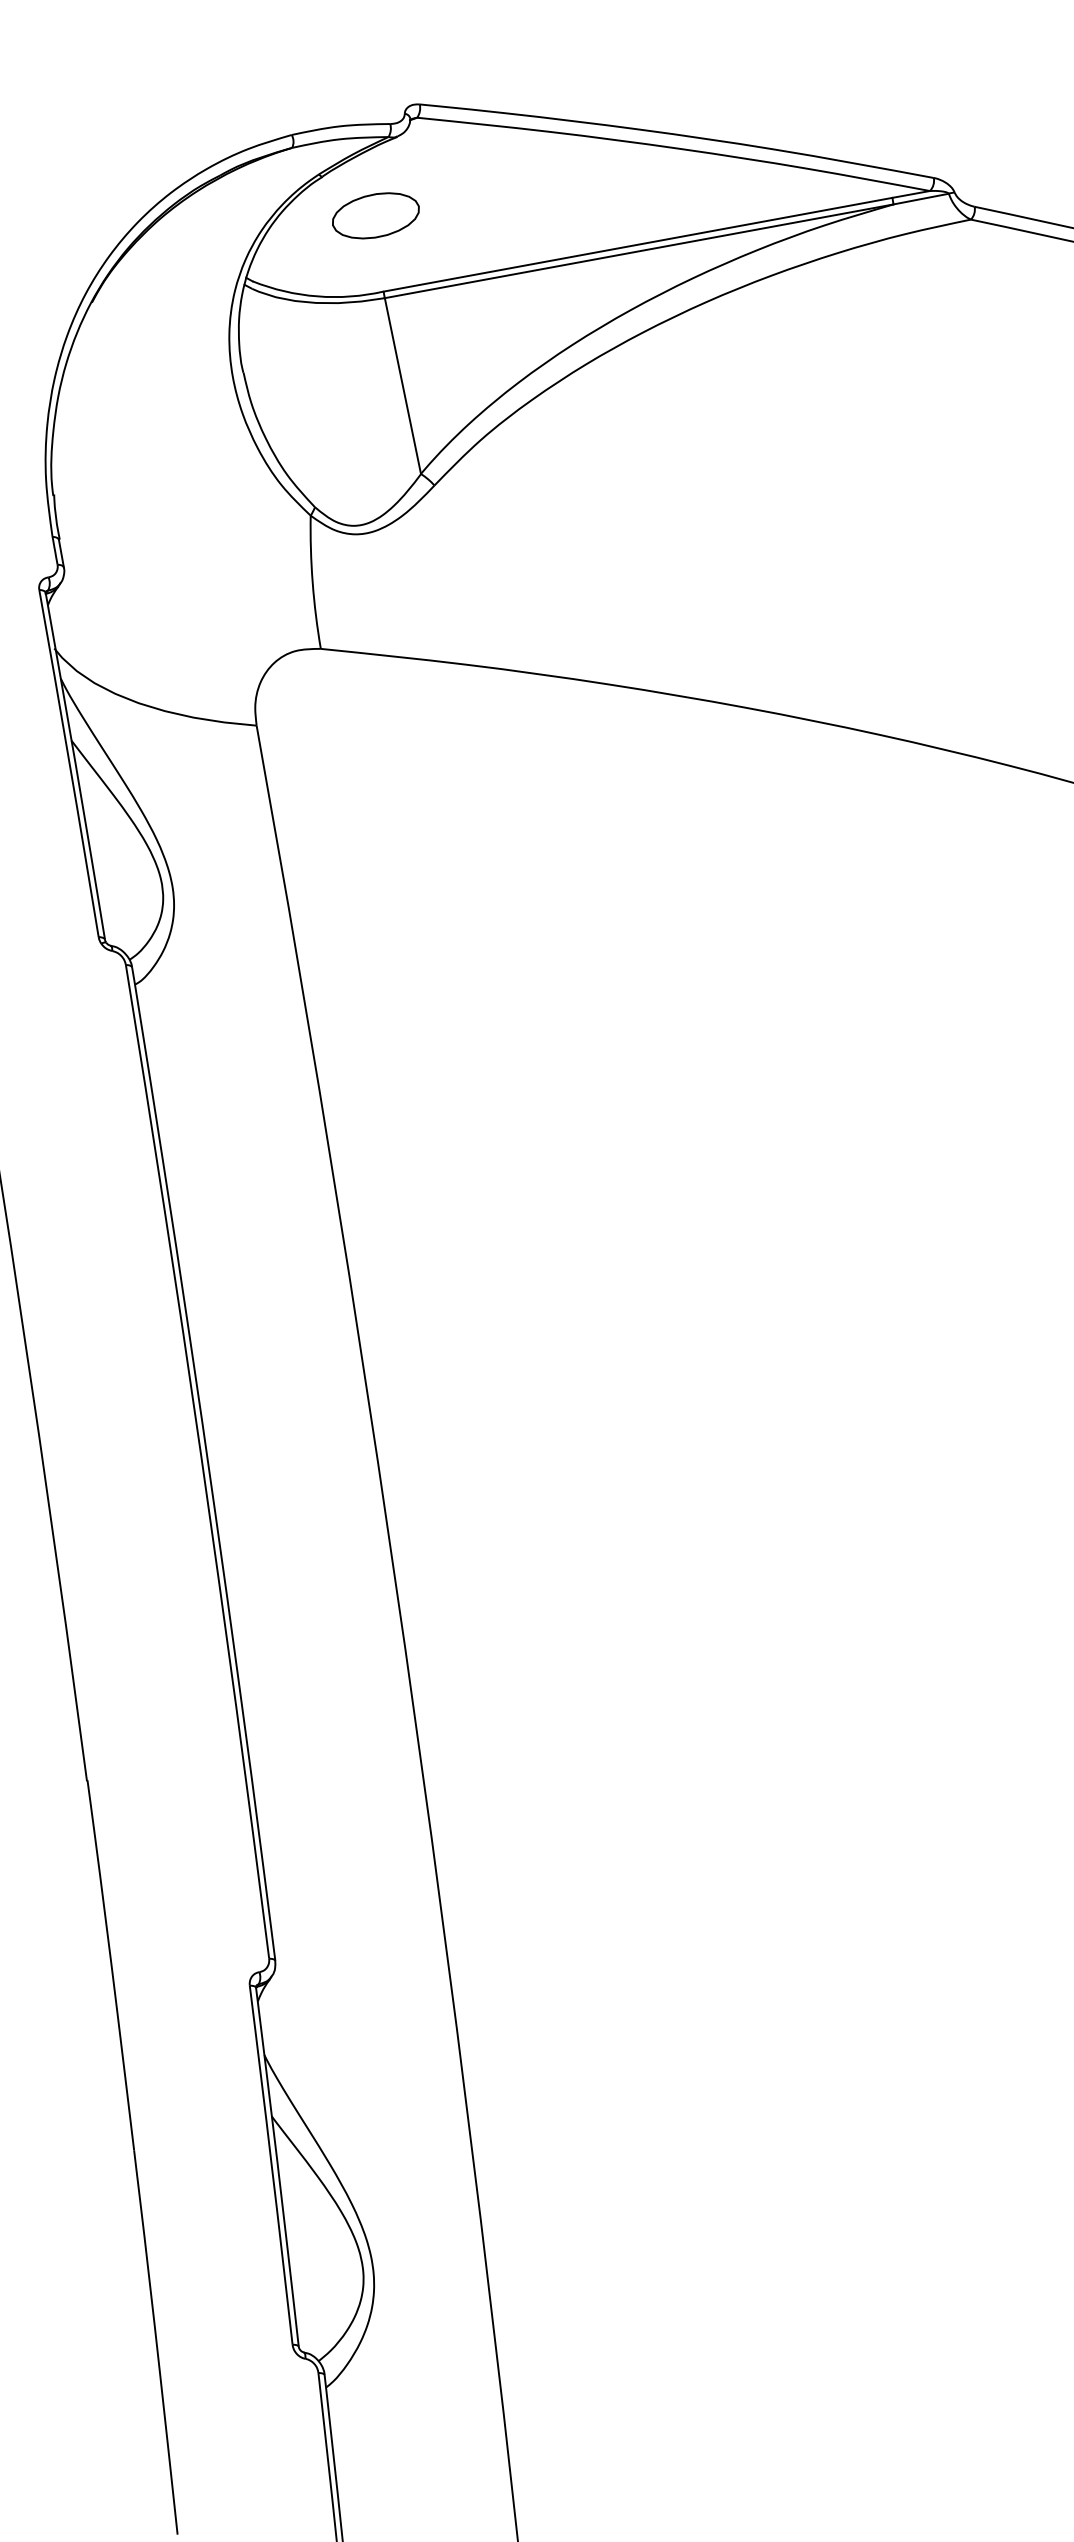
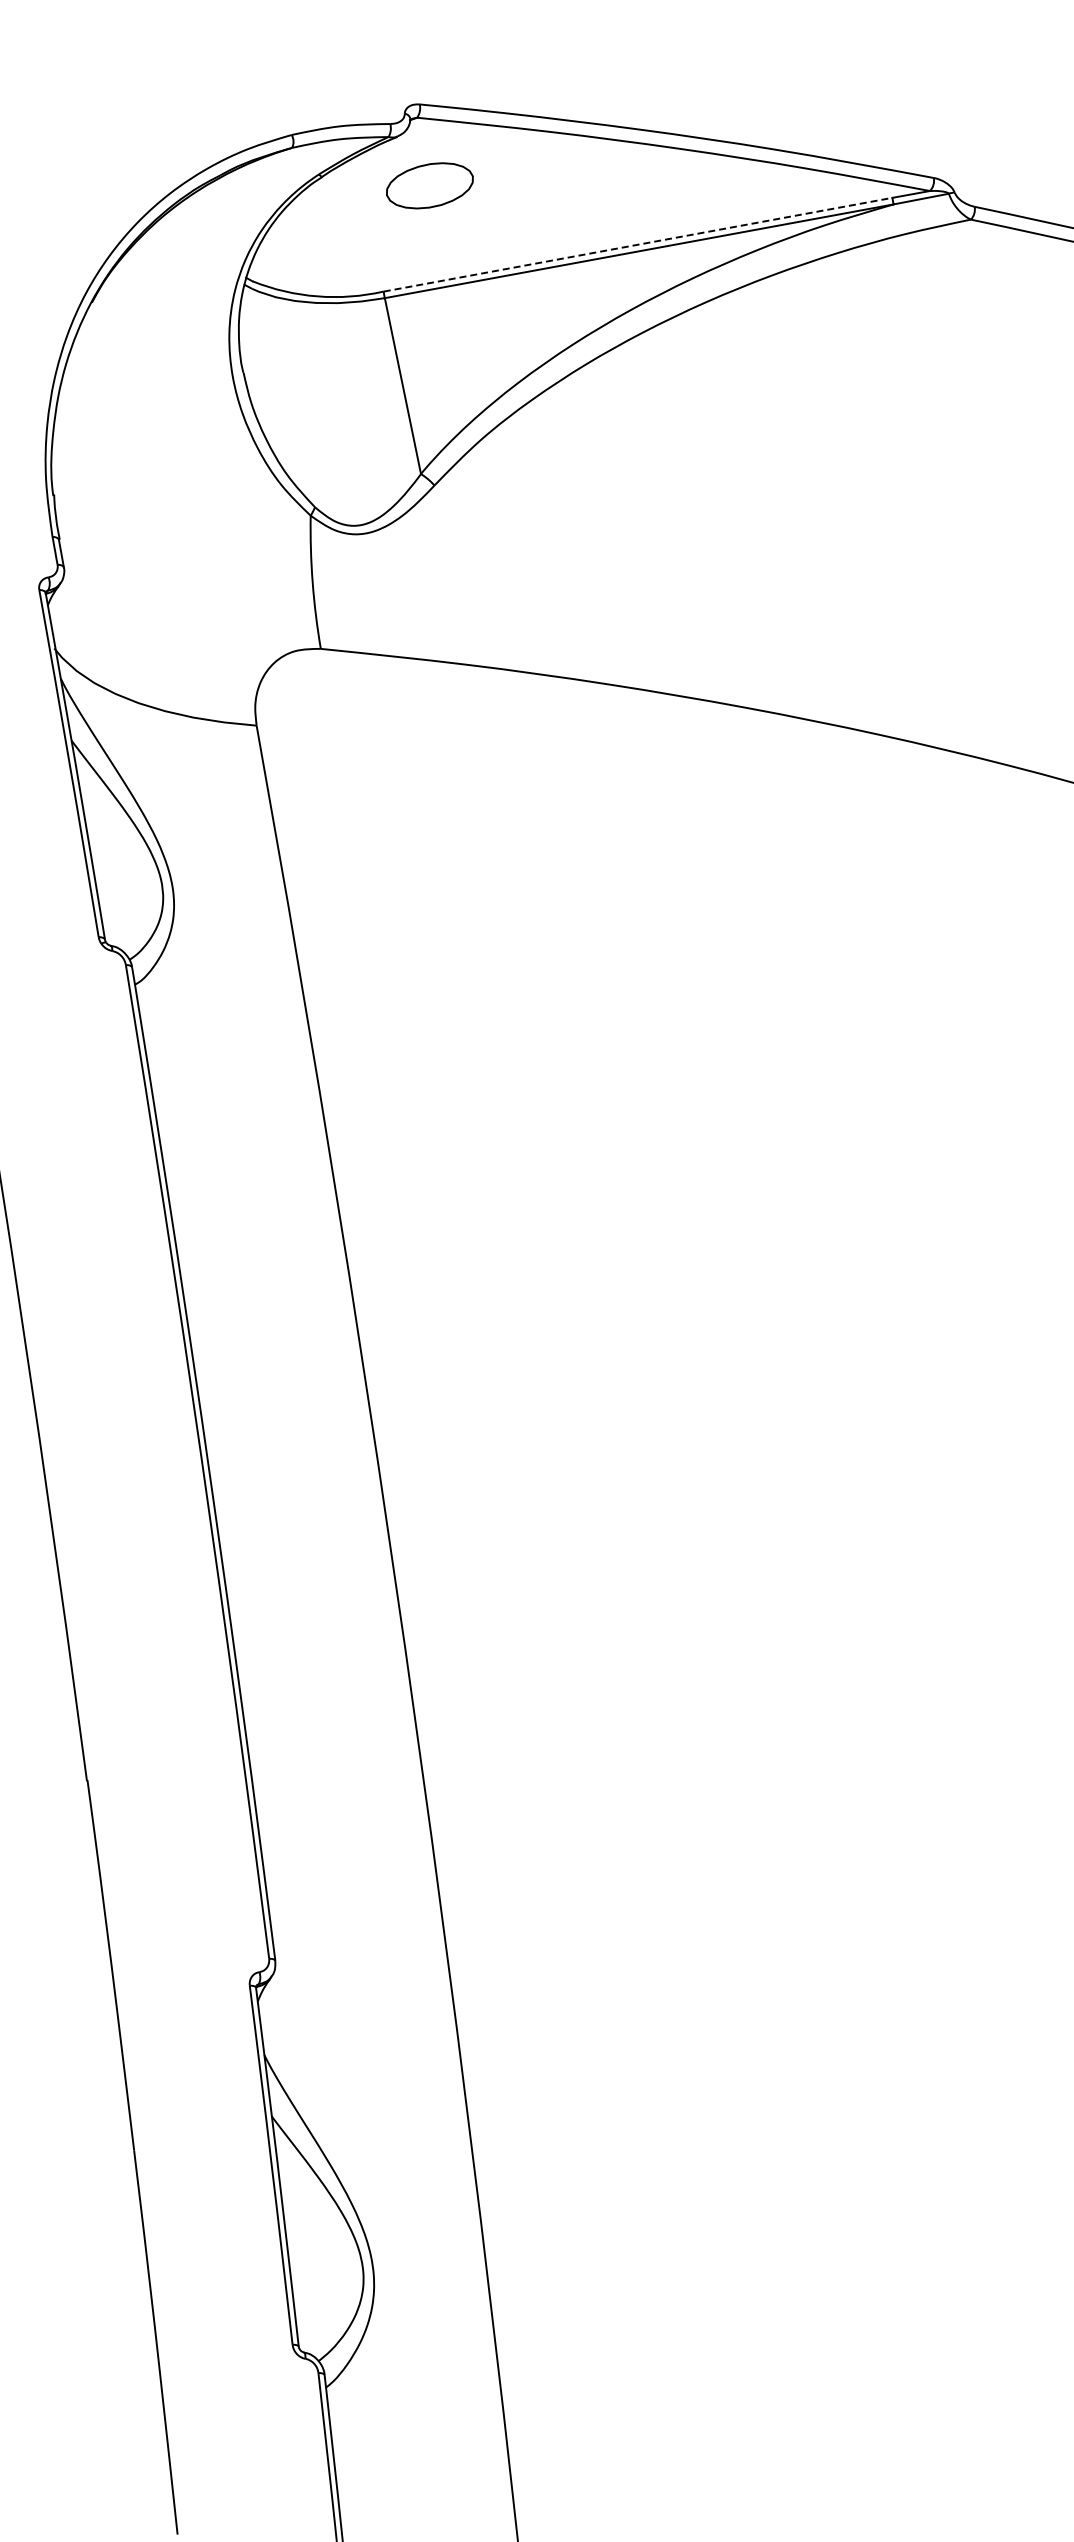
part at (375, 215) position: (375, 215) -> (429, 185)
line at (638, 244): solid -> dashed
